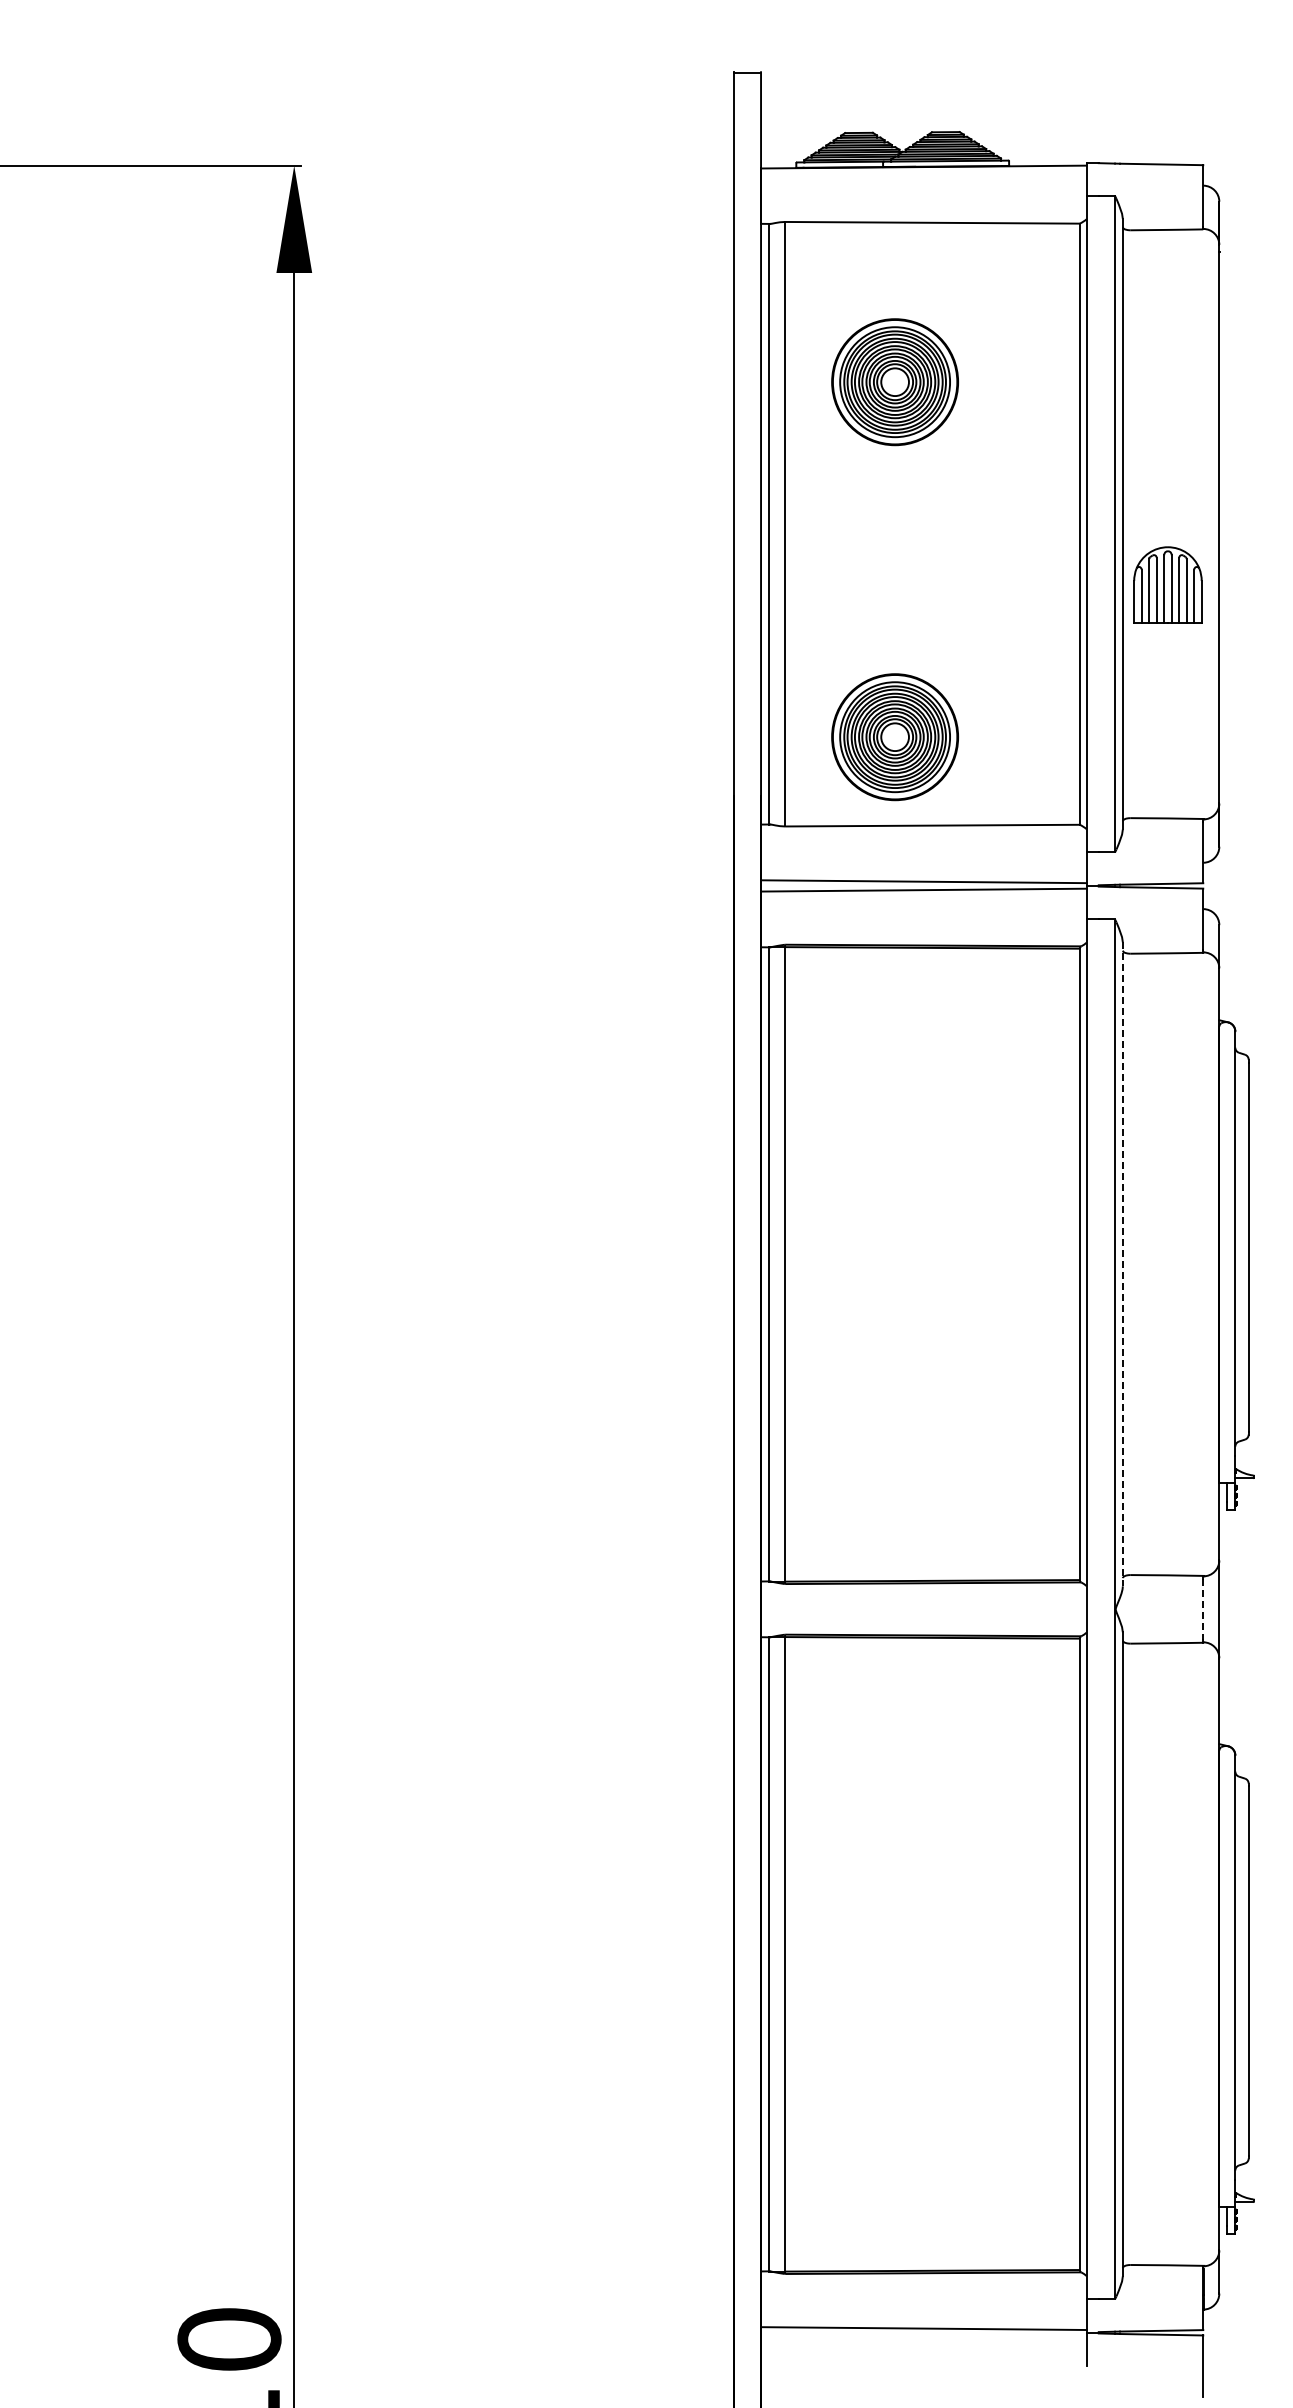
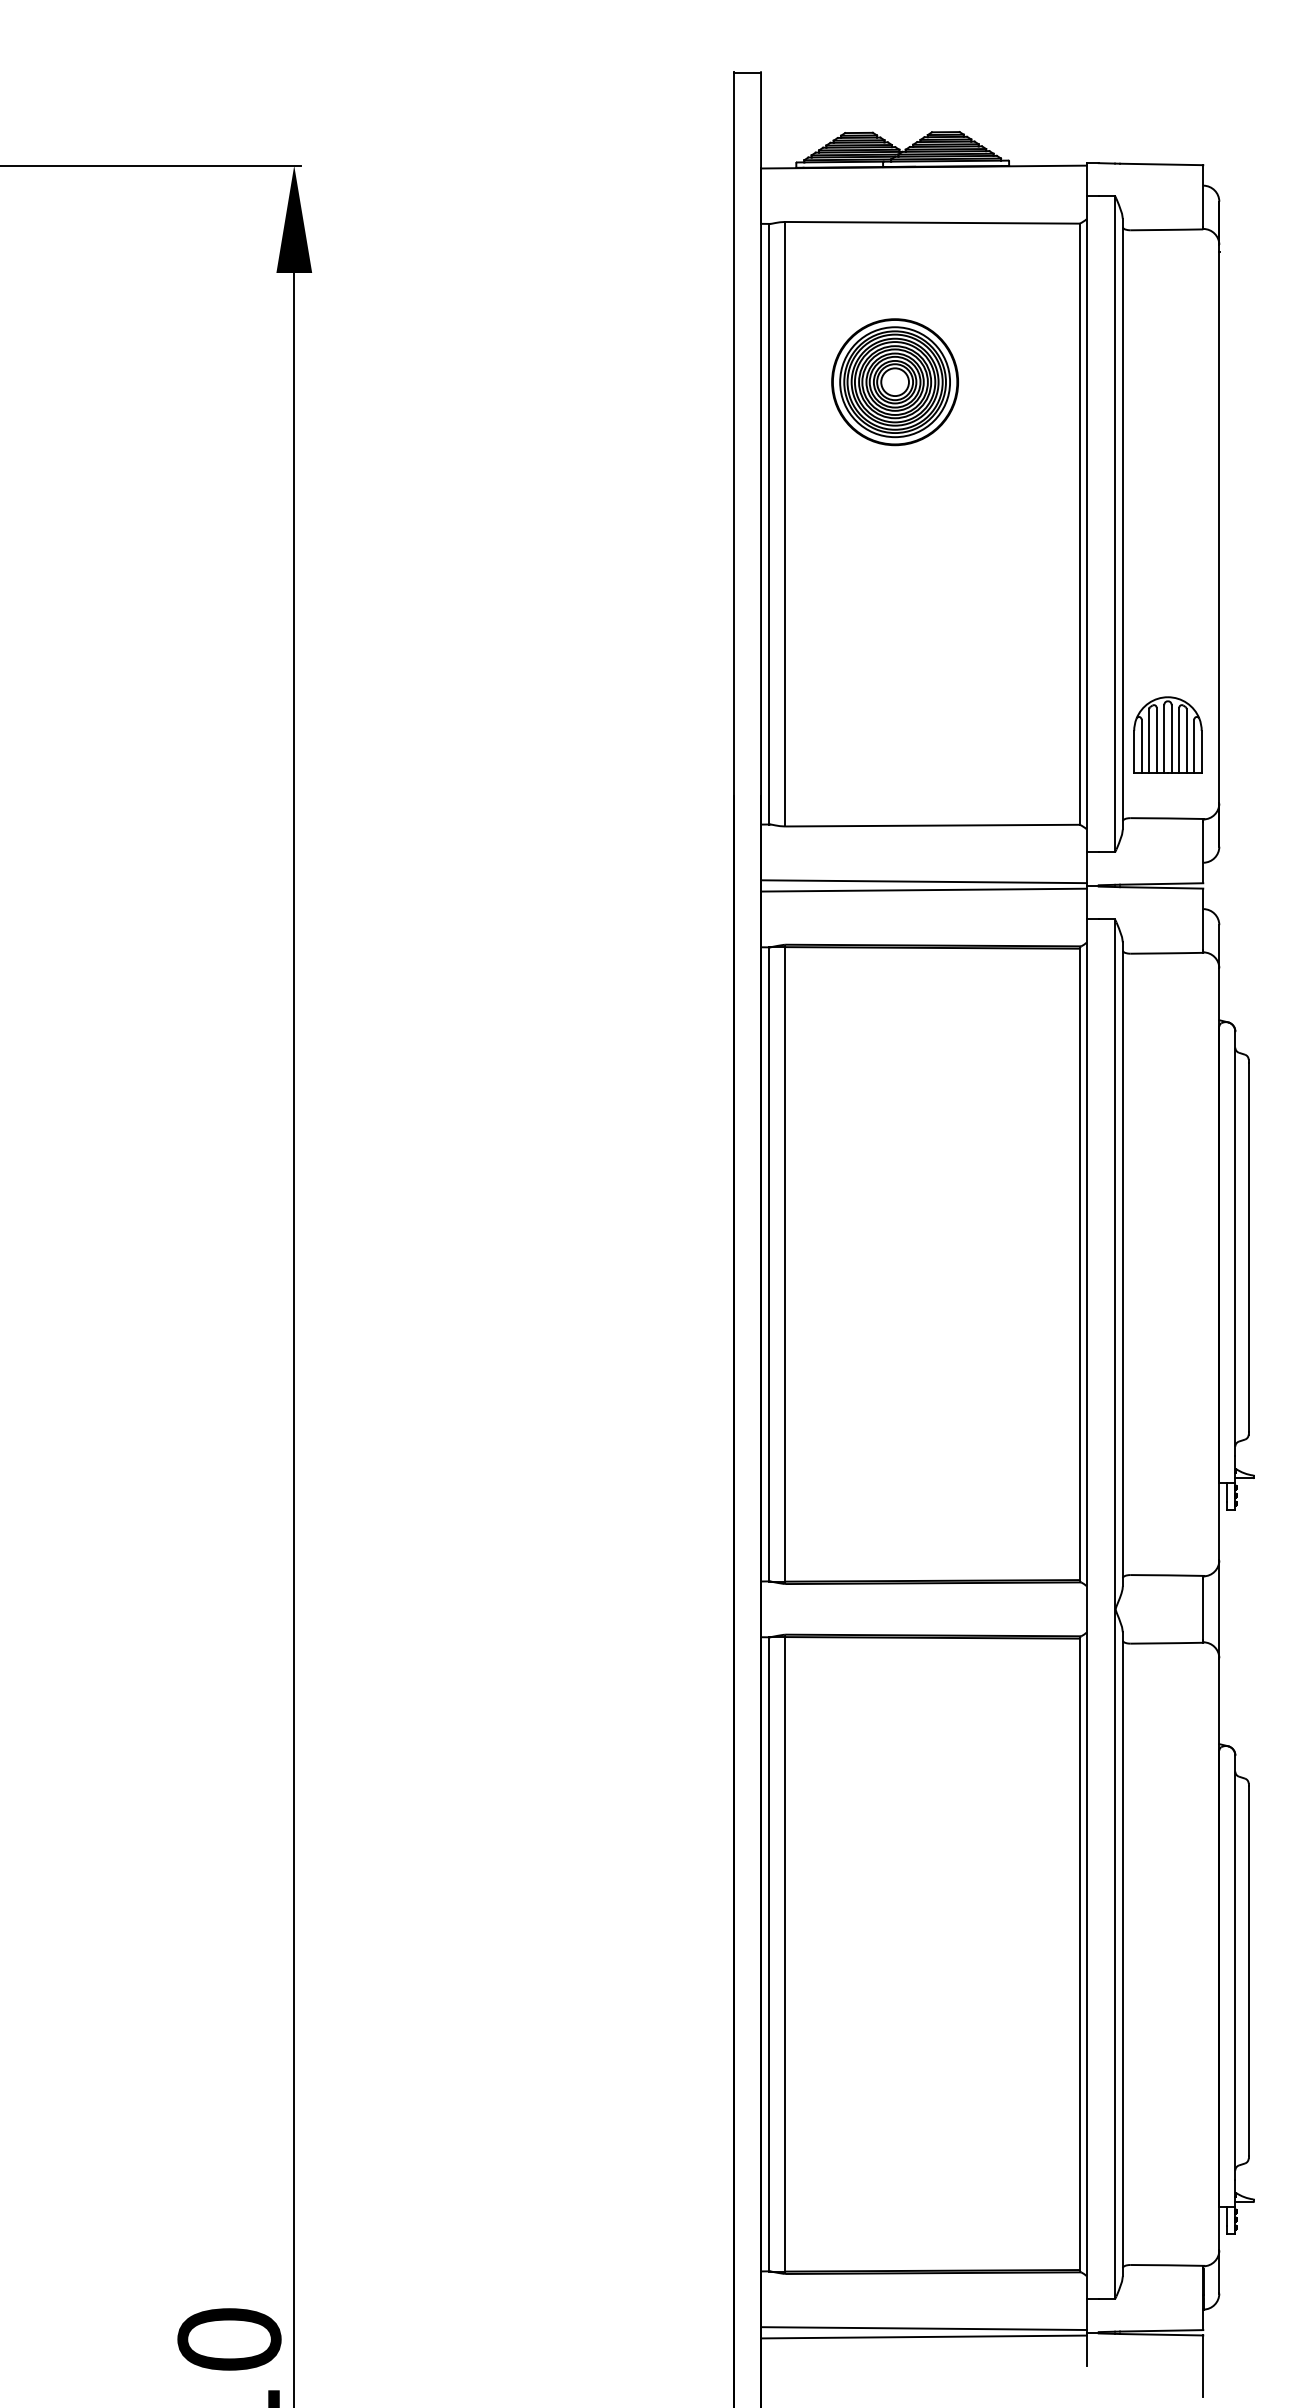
part at (1167, 584) position: (1167, 584) -> (1167, 734)
part at (894, 737): present -> none
line at (1122, 1264): dashed -> solid
line at (1203, 1609): dashed -> solid
line at (923, 2336): none -> present
